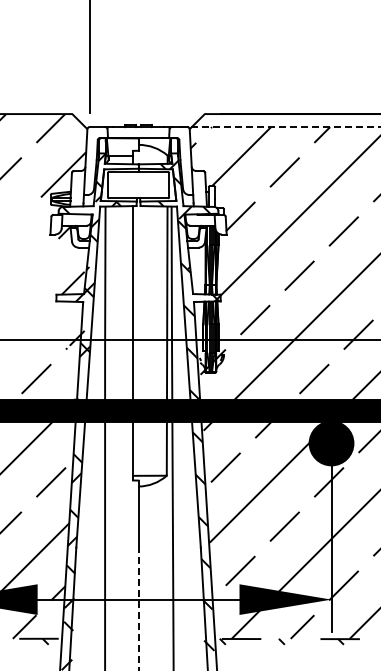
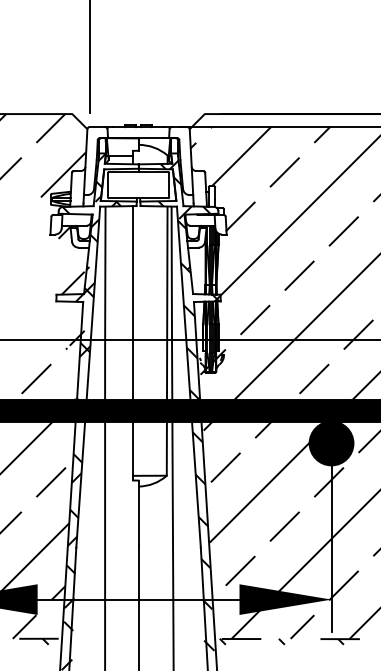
line at (280, 127): dashed -> solid
line at (138, 608): dashed -> solid
